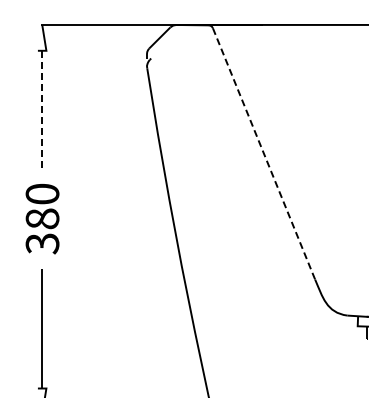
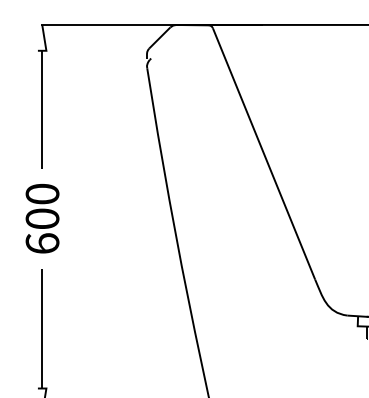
line at (42, 109): dashed -> solid
line at (264, 153): dashed -> solid
text at (42, 231): 380 -> 600
